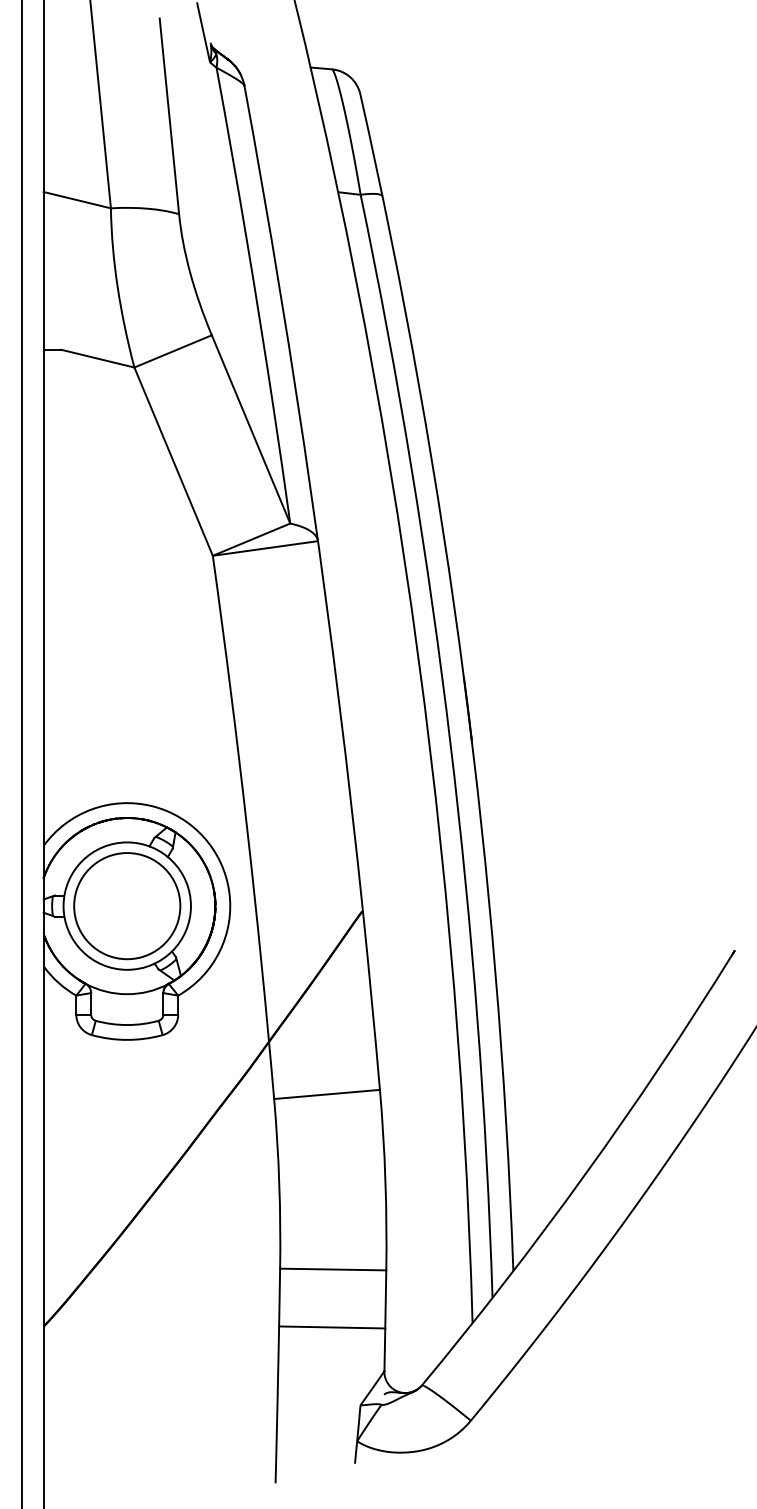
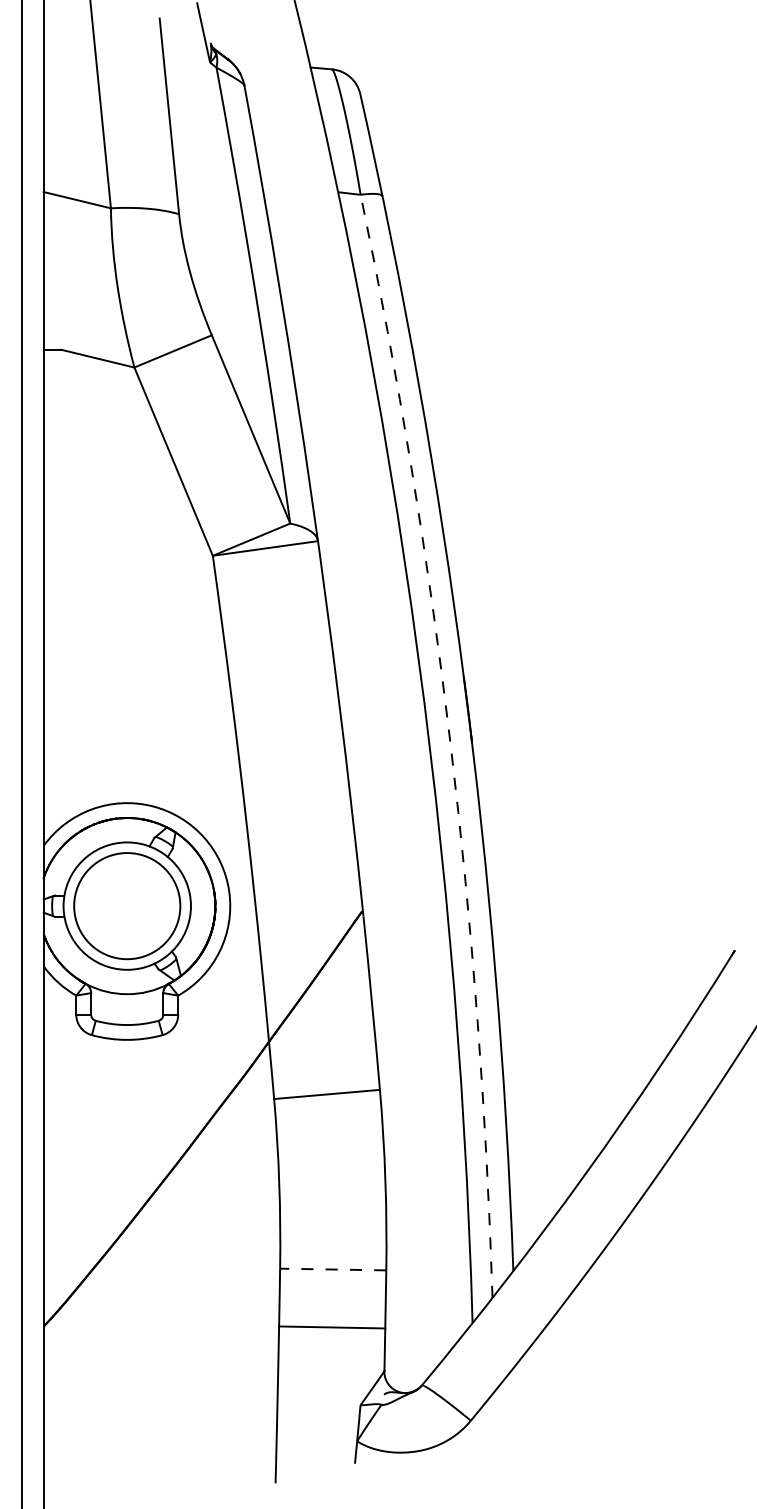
arc at (450, 743): solid -> dashed
line at (332, 1269): solid -> dashed
